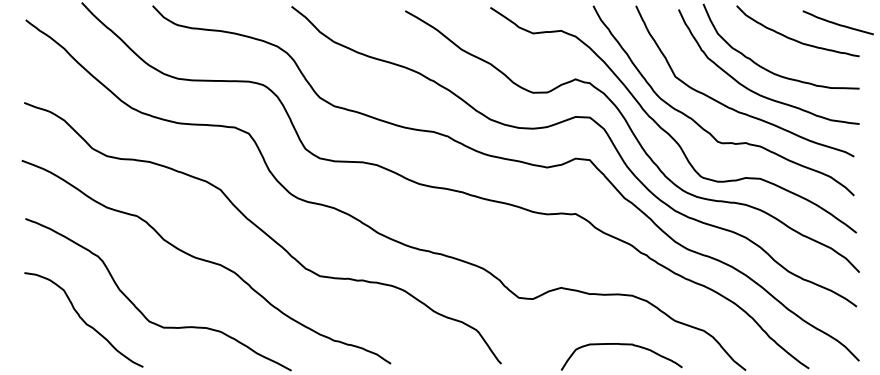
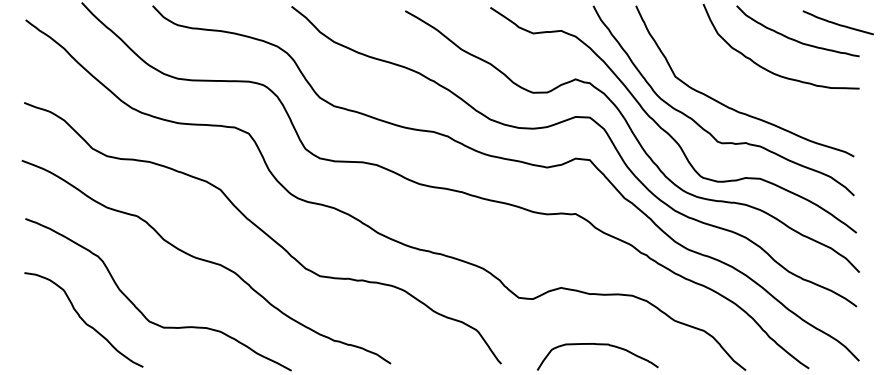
curve at (751, 89): present -> none
curve at (621, 345) position: (621, 345) -> (597, 345)
